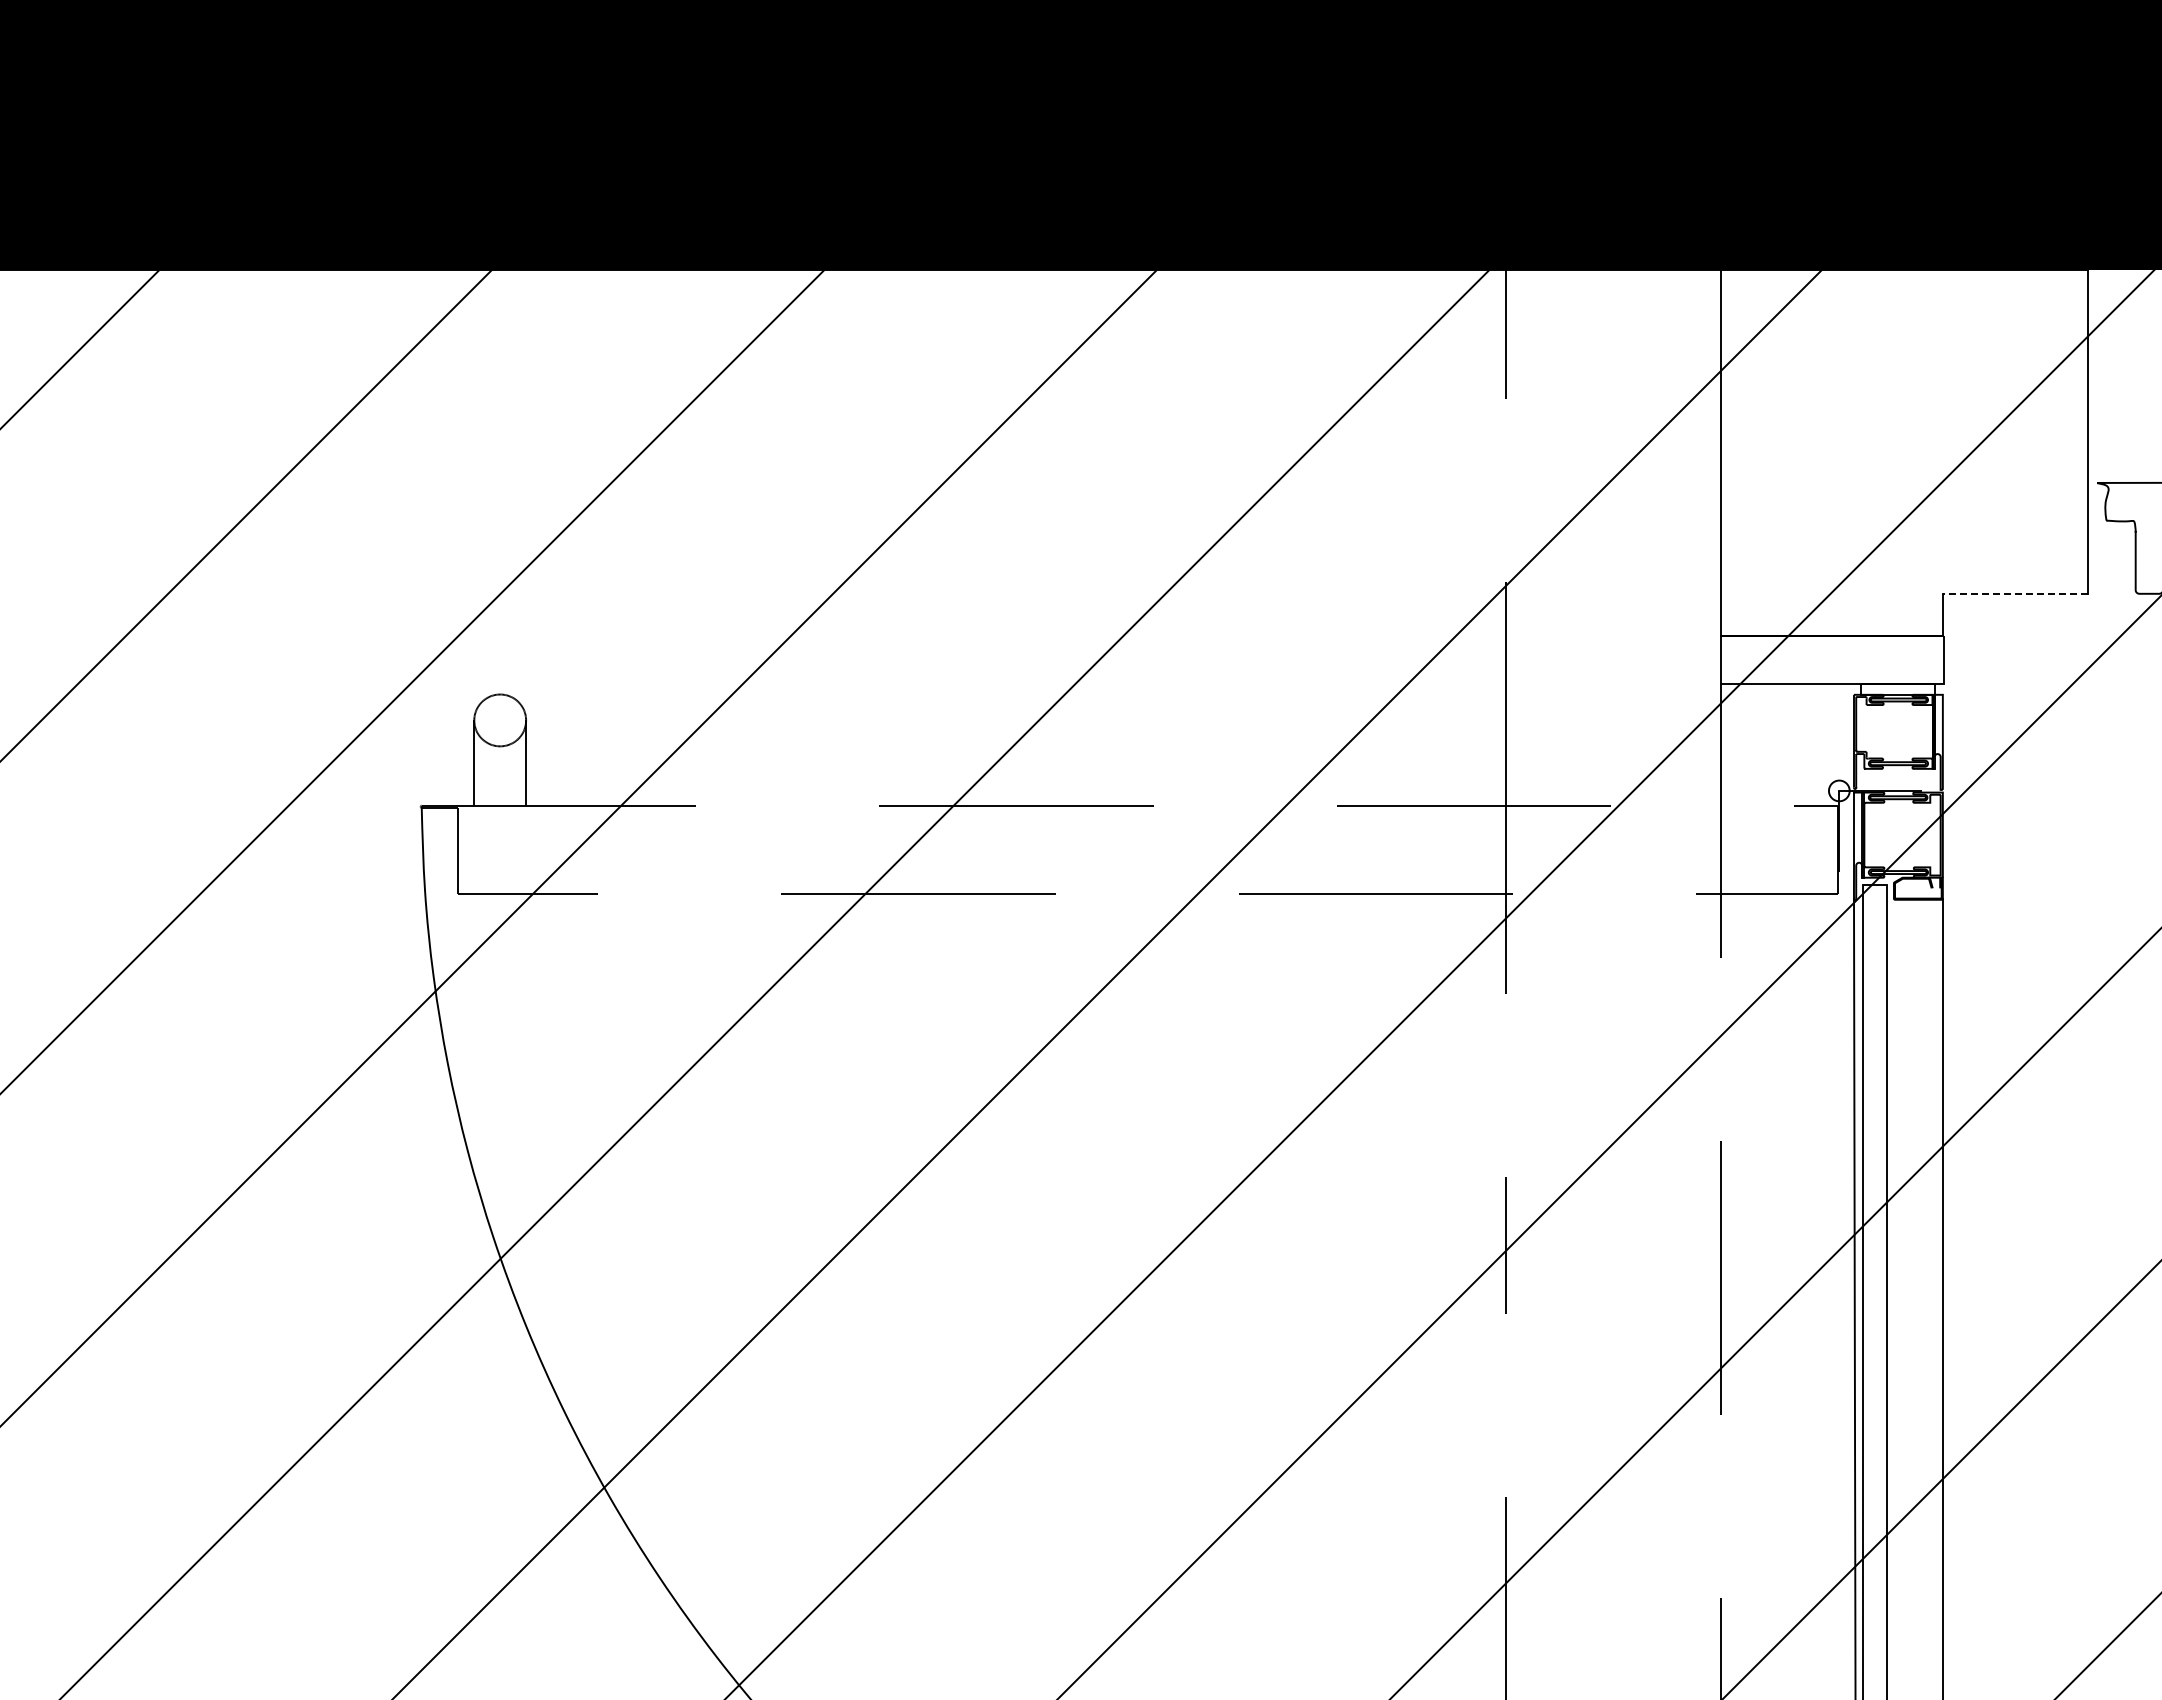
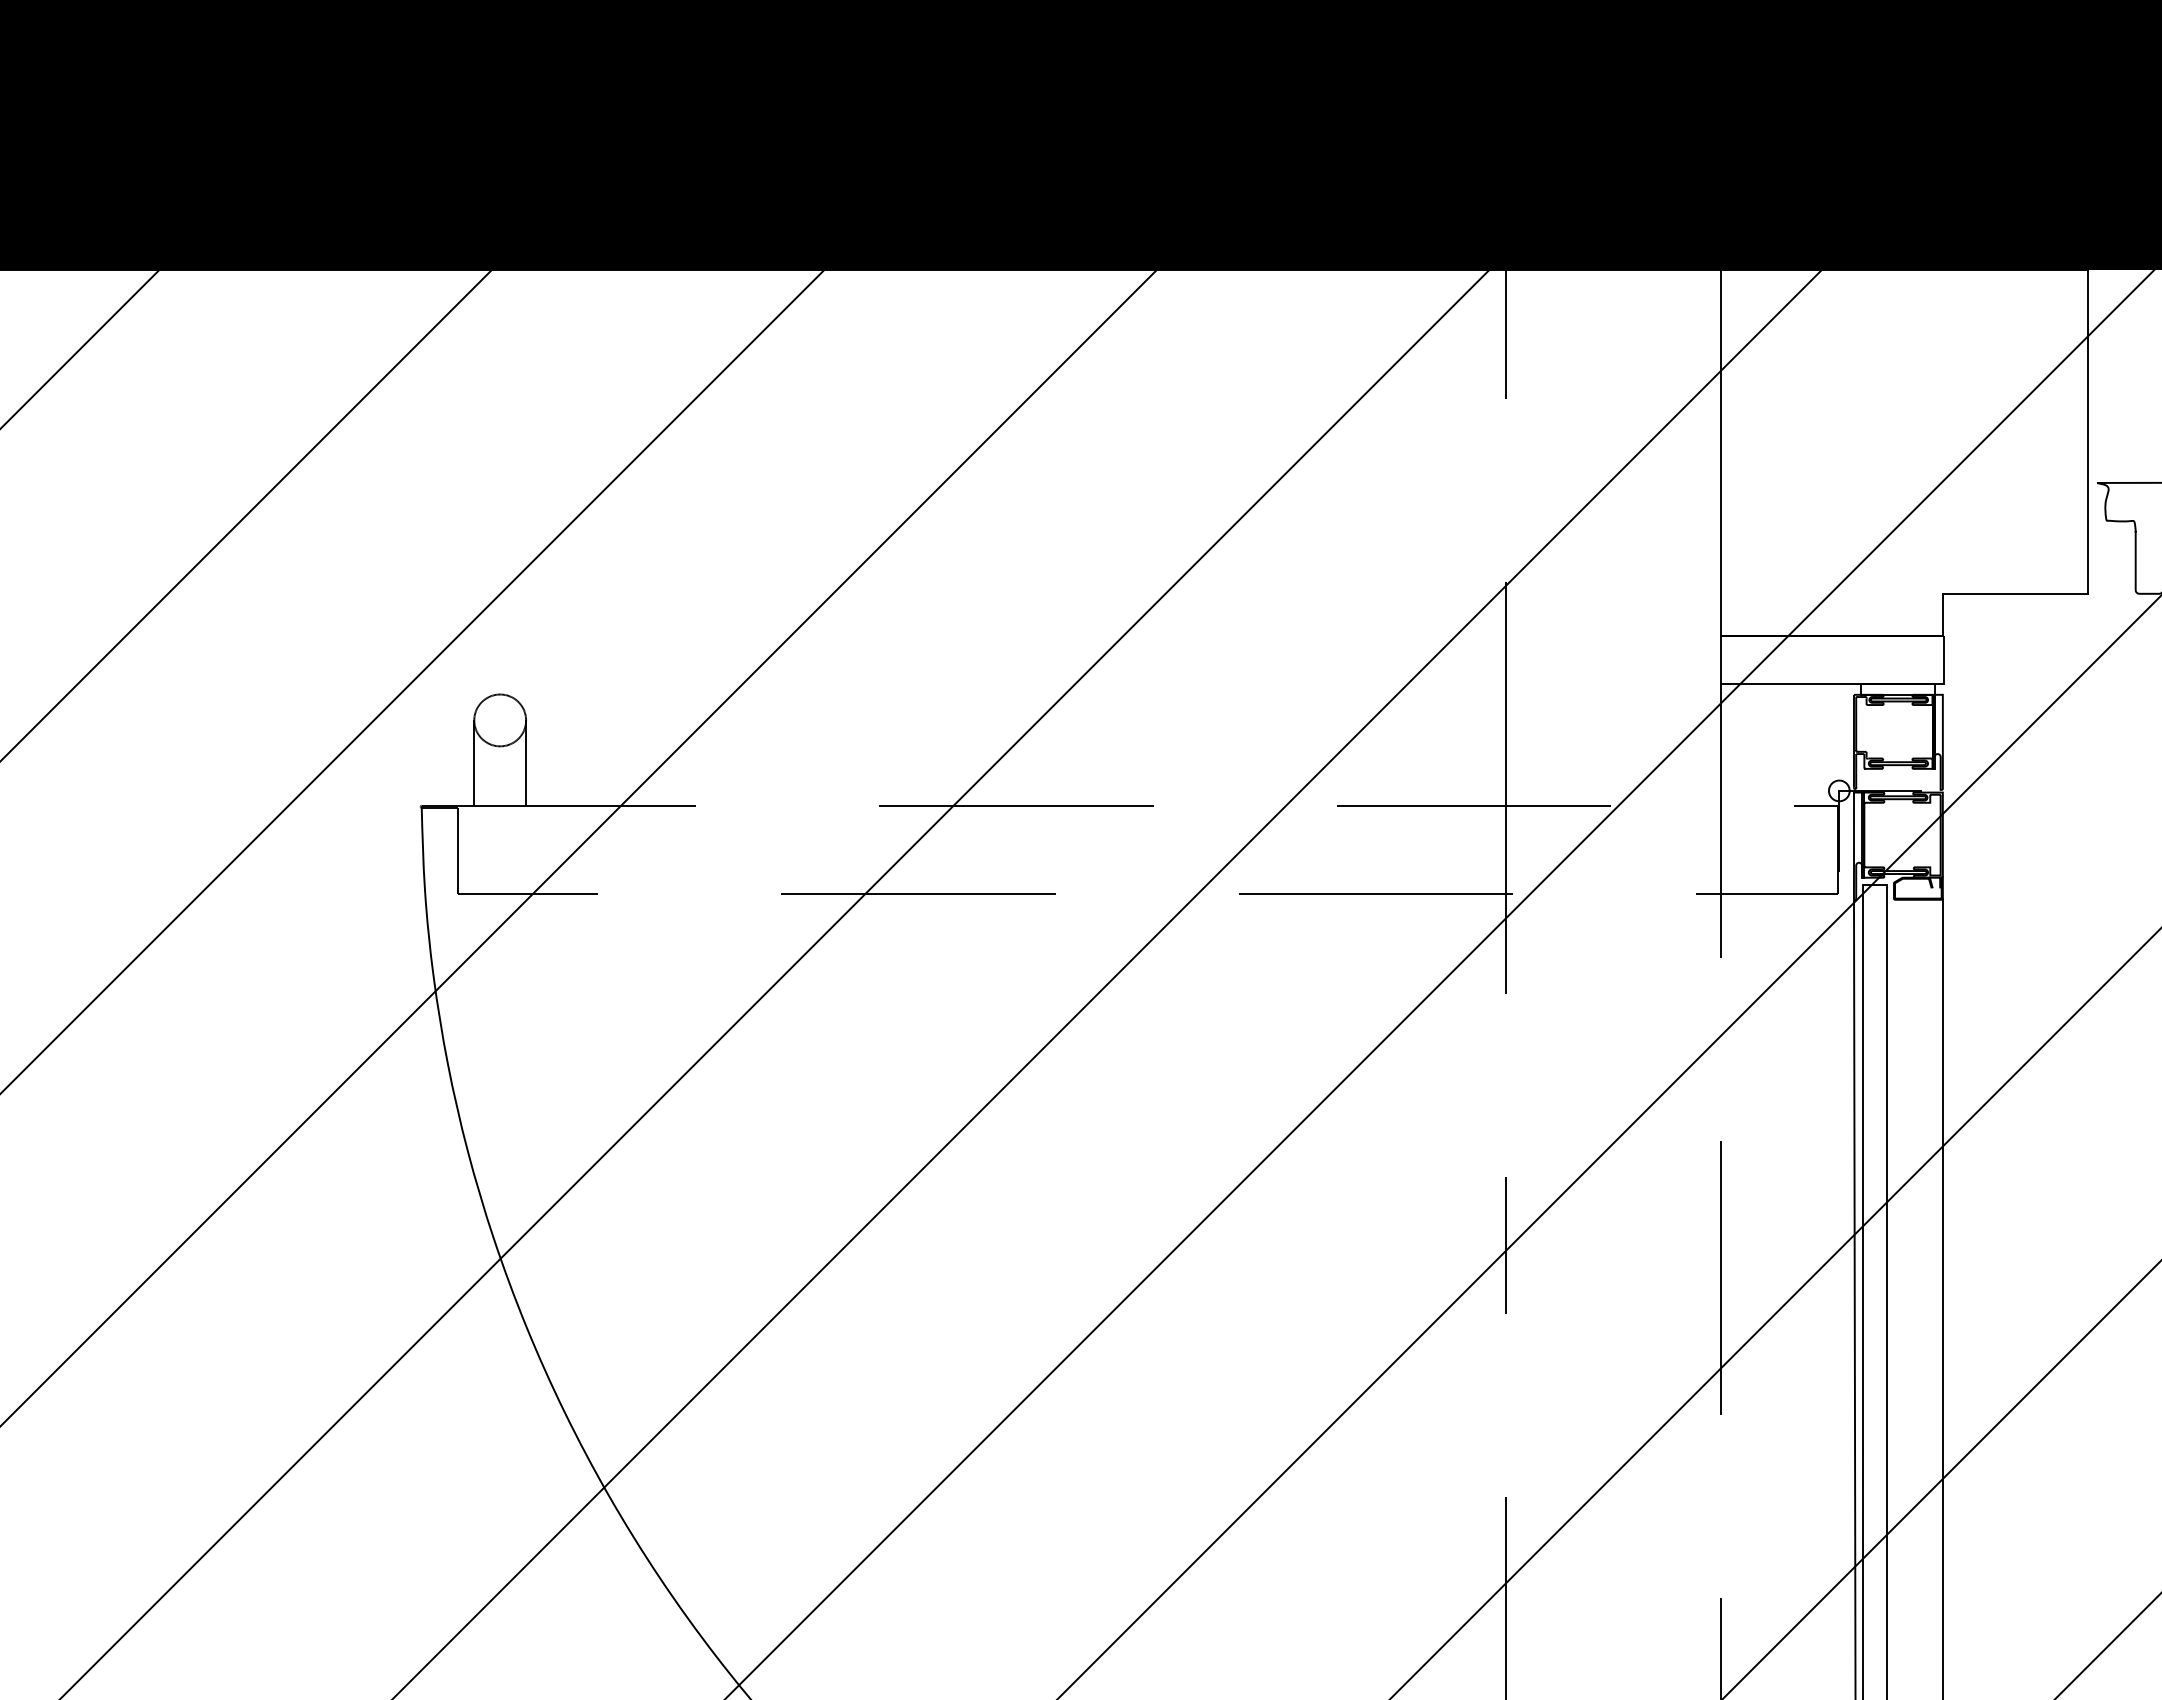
line at (2015, 593): dashed -> solid
